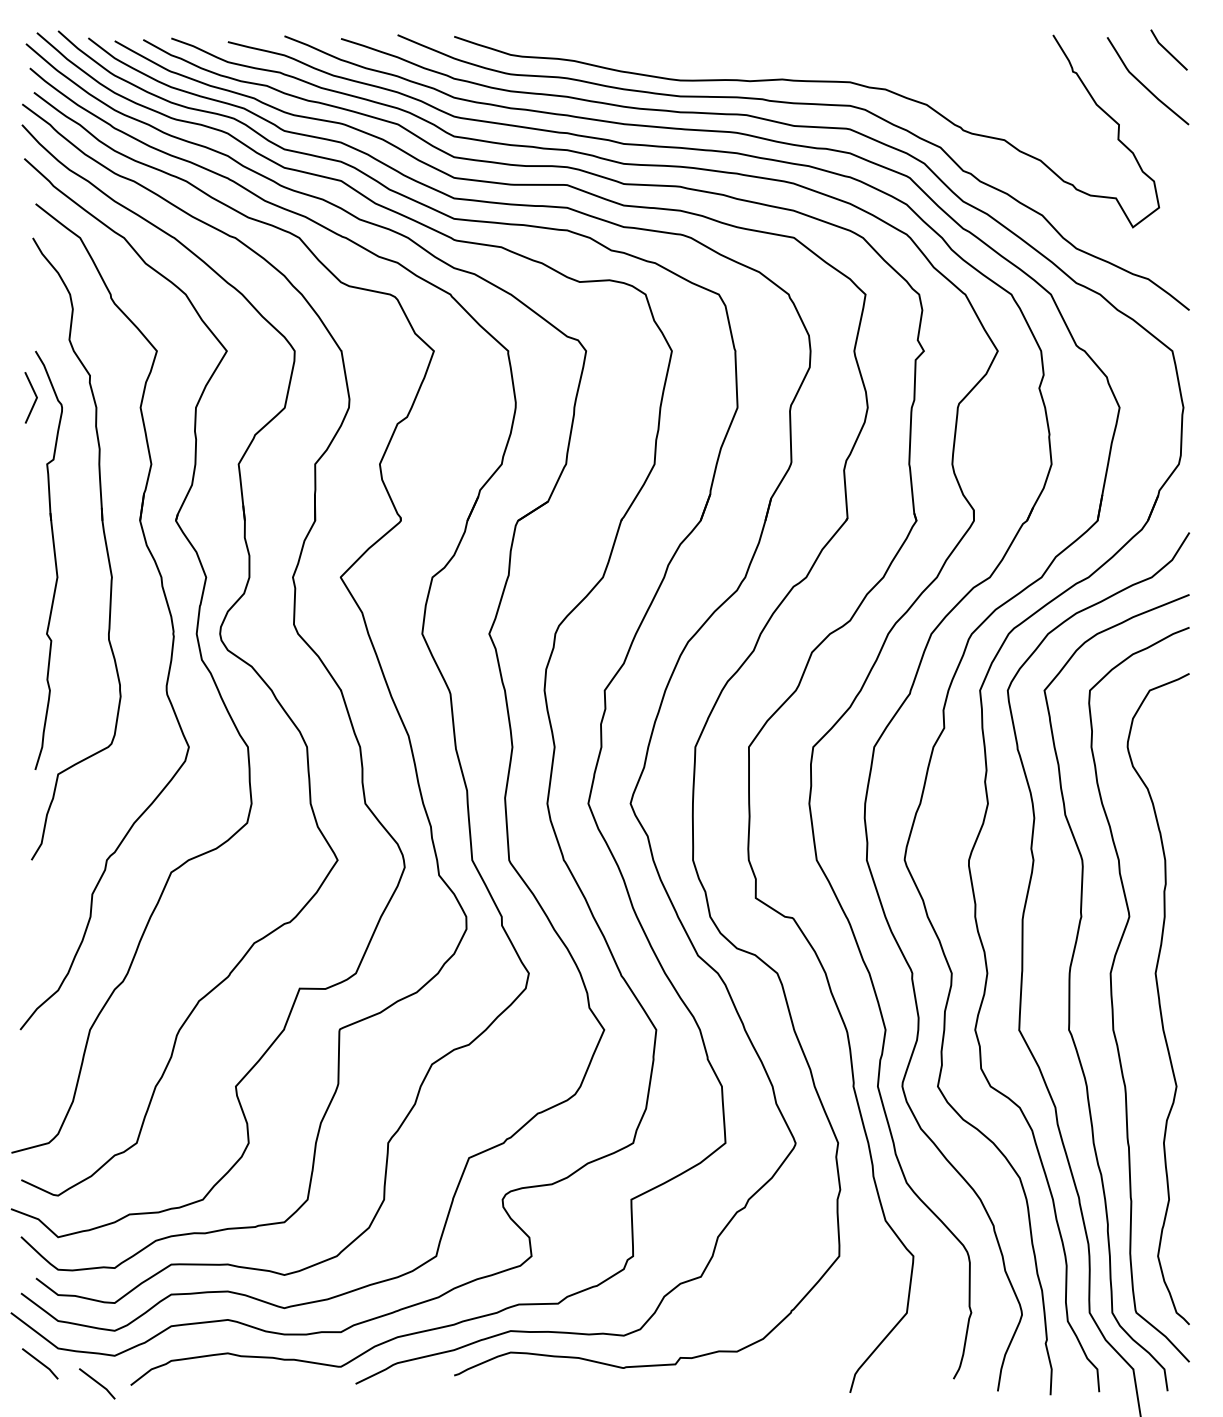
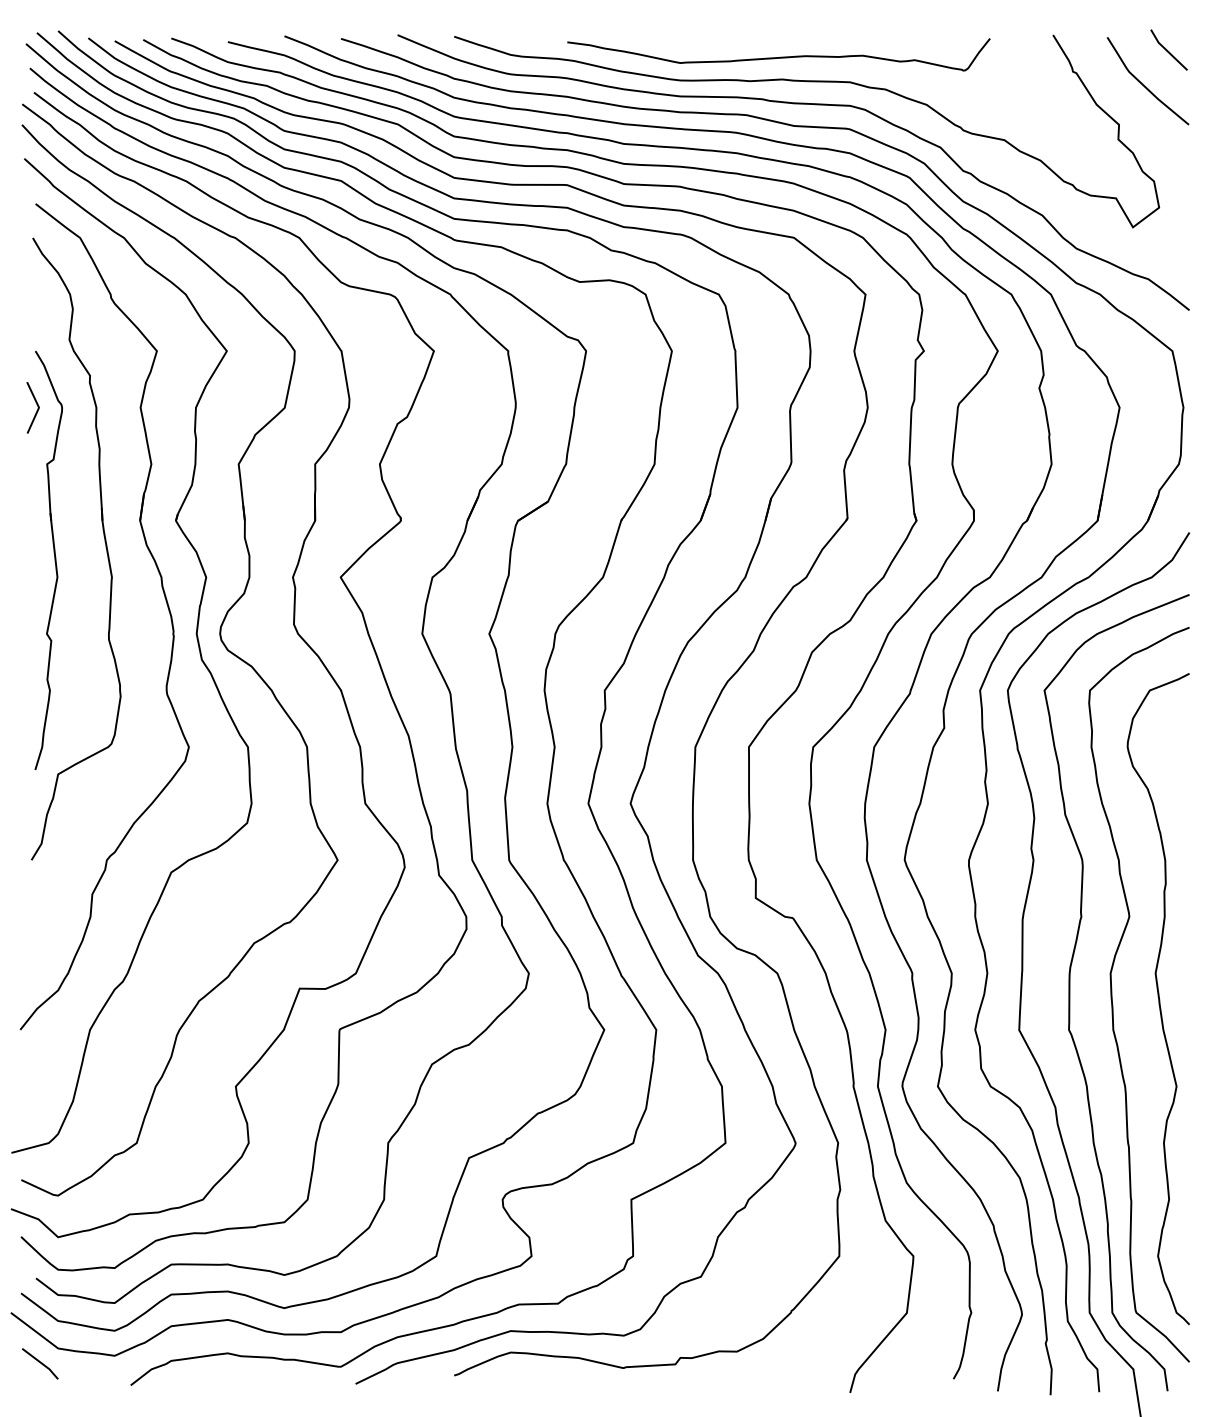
curve at (780, 56): none -> present
line at (34, 394) position: (34, 394) -> (36, 404)
line at (97, 1383): present -> none
